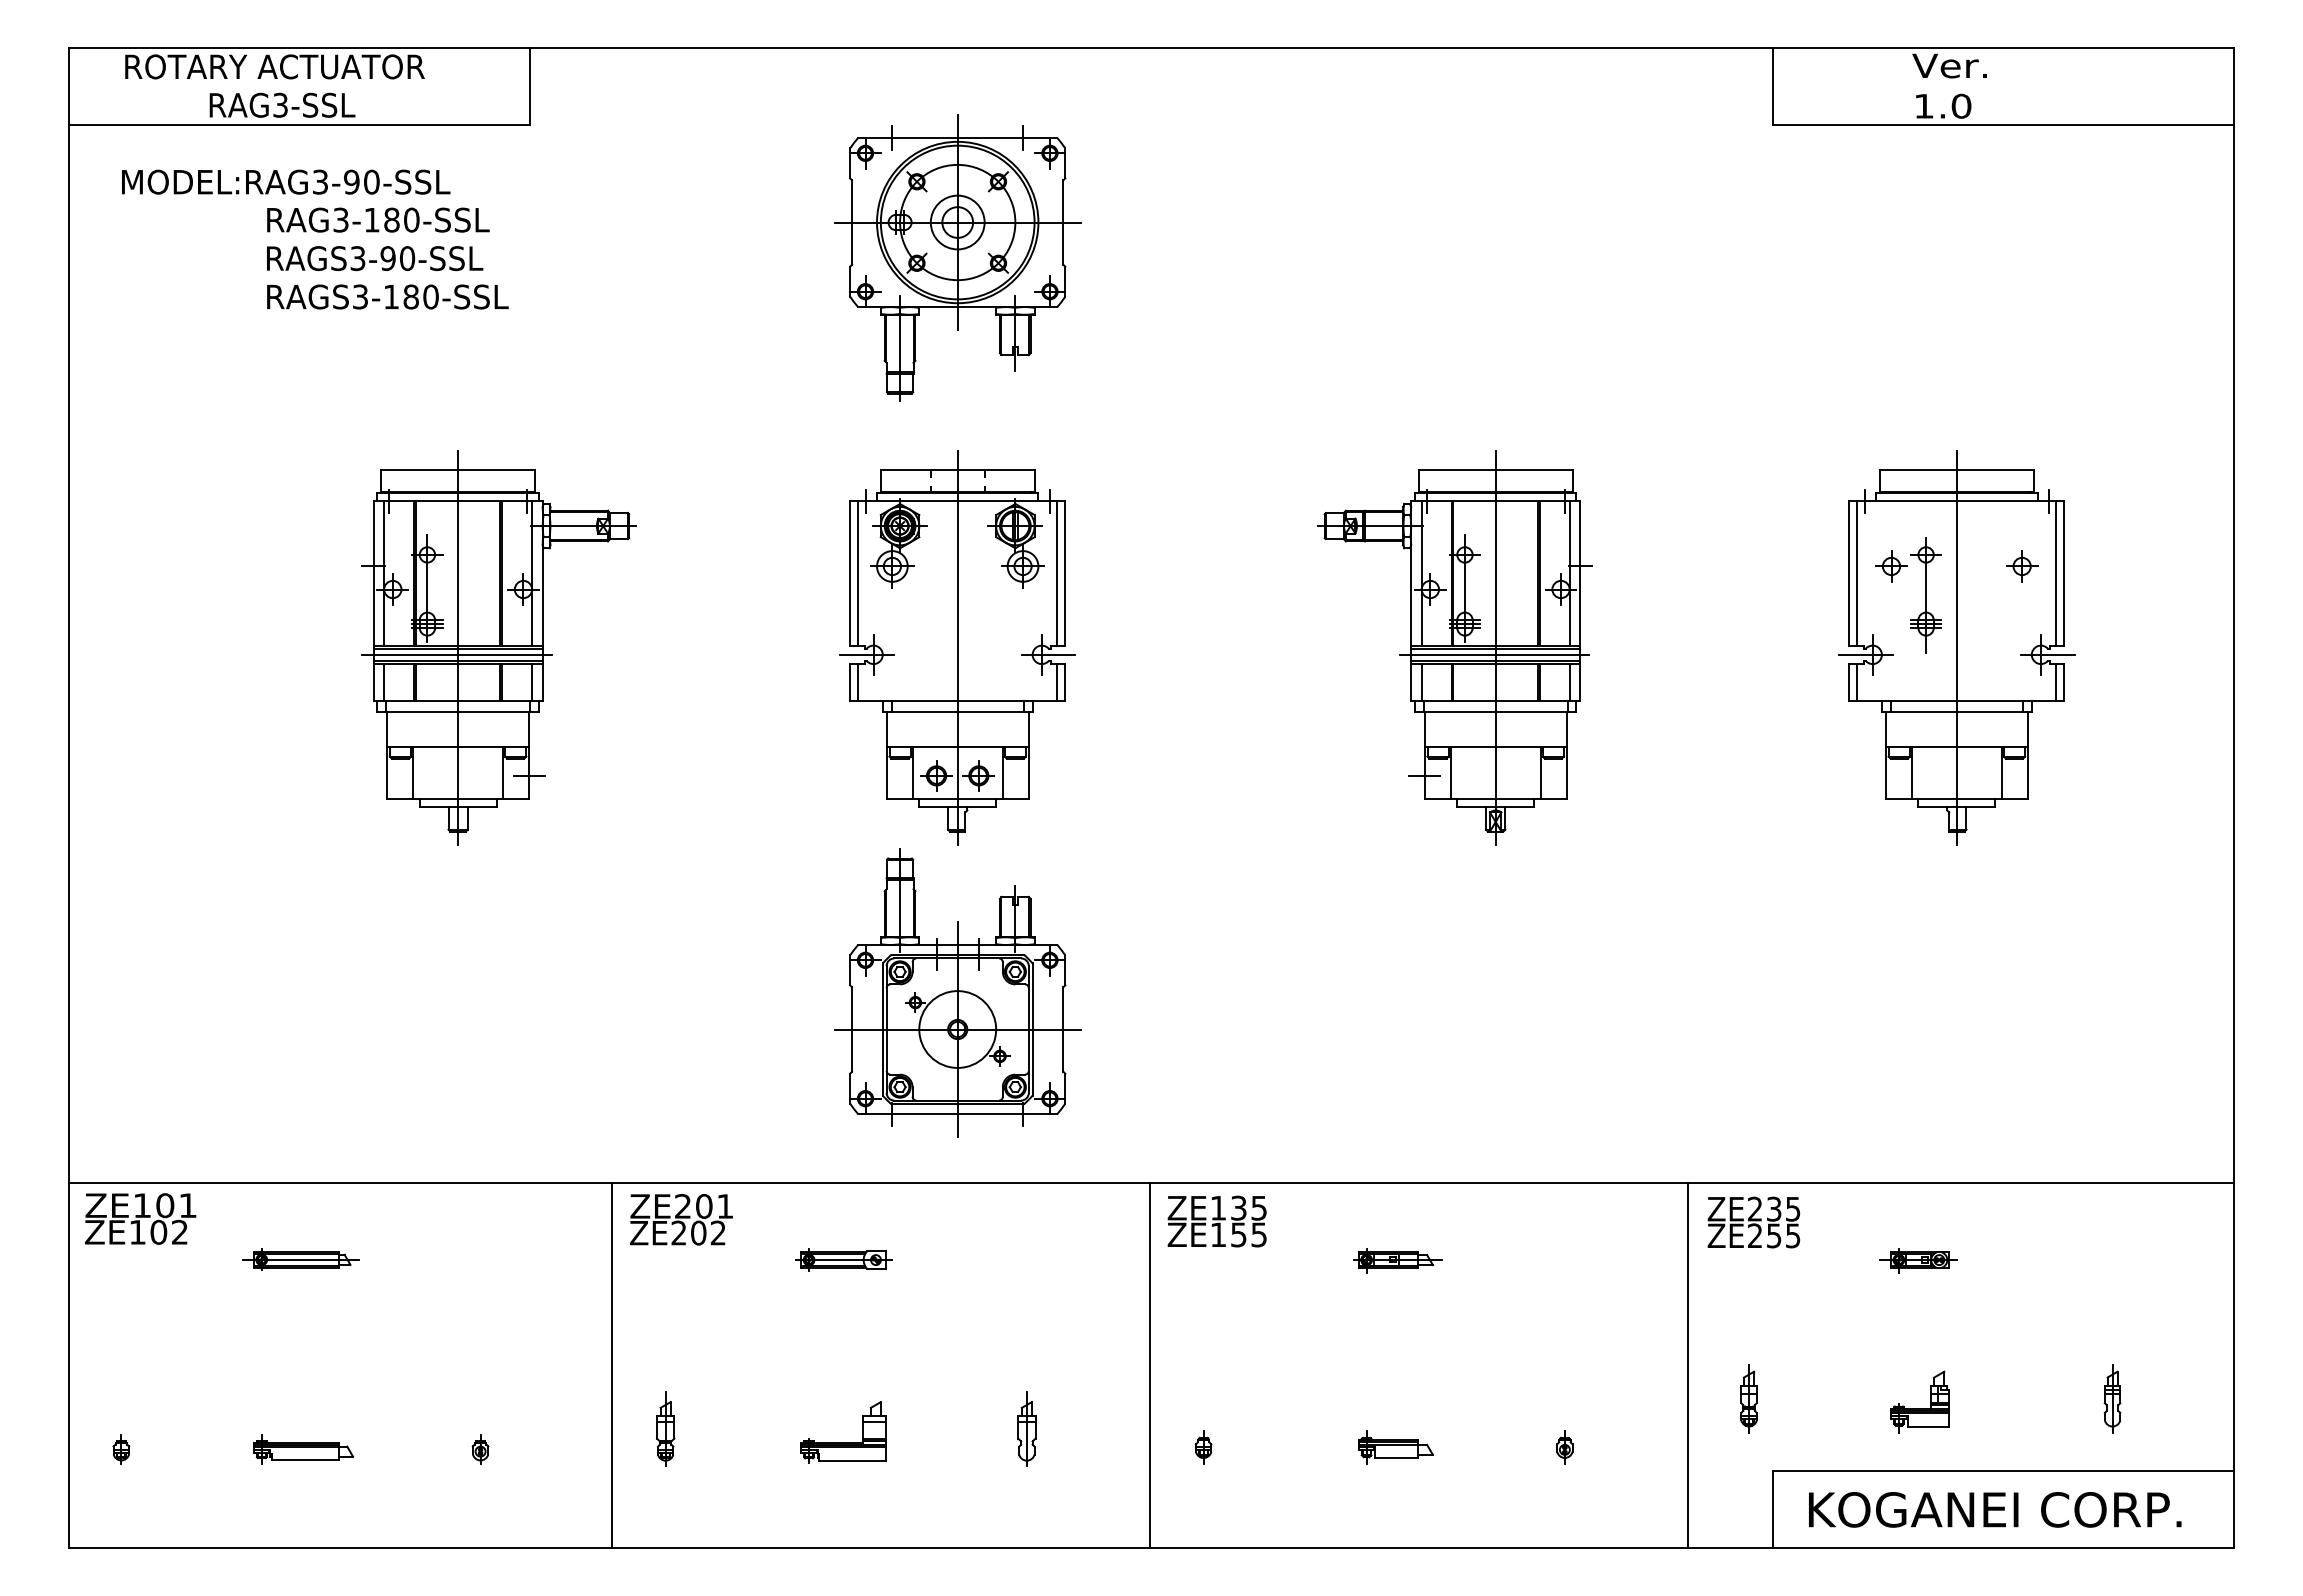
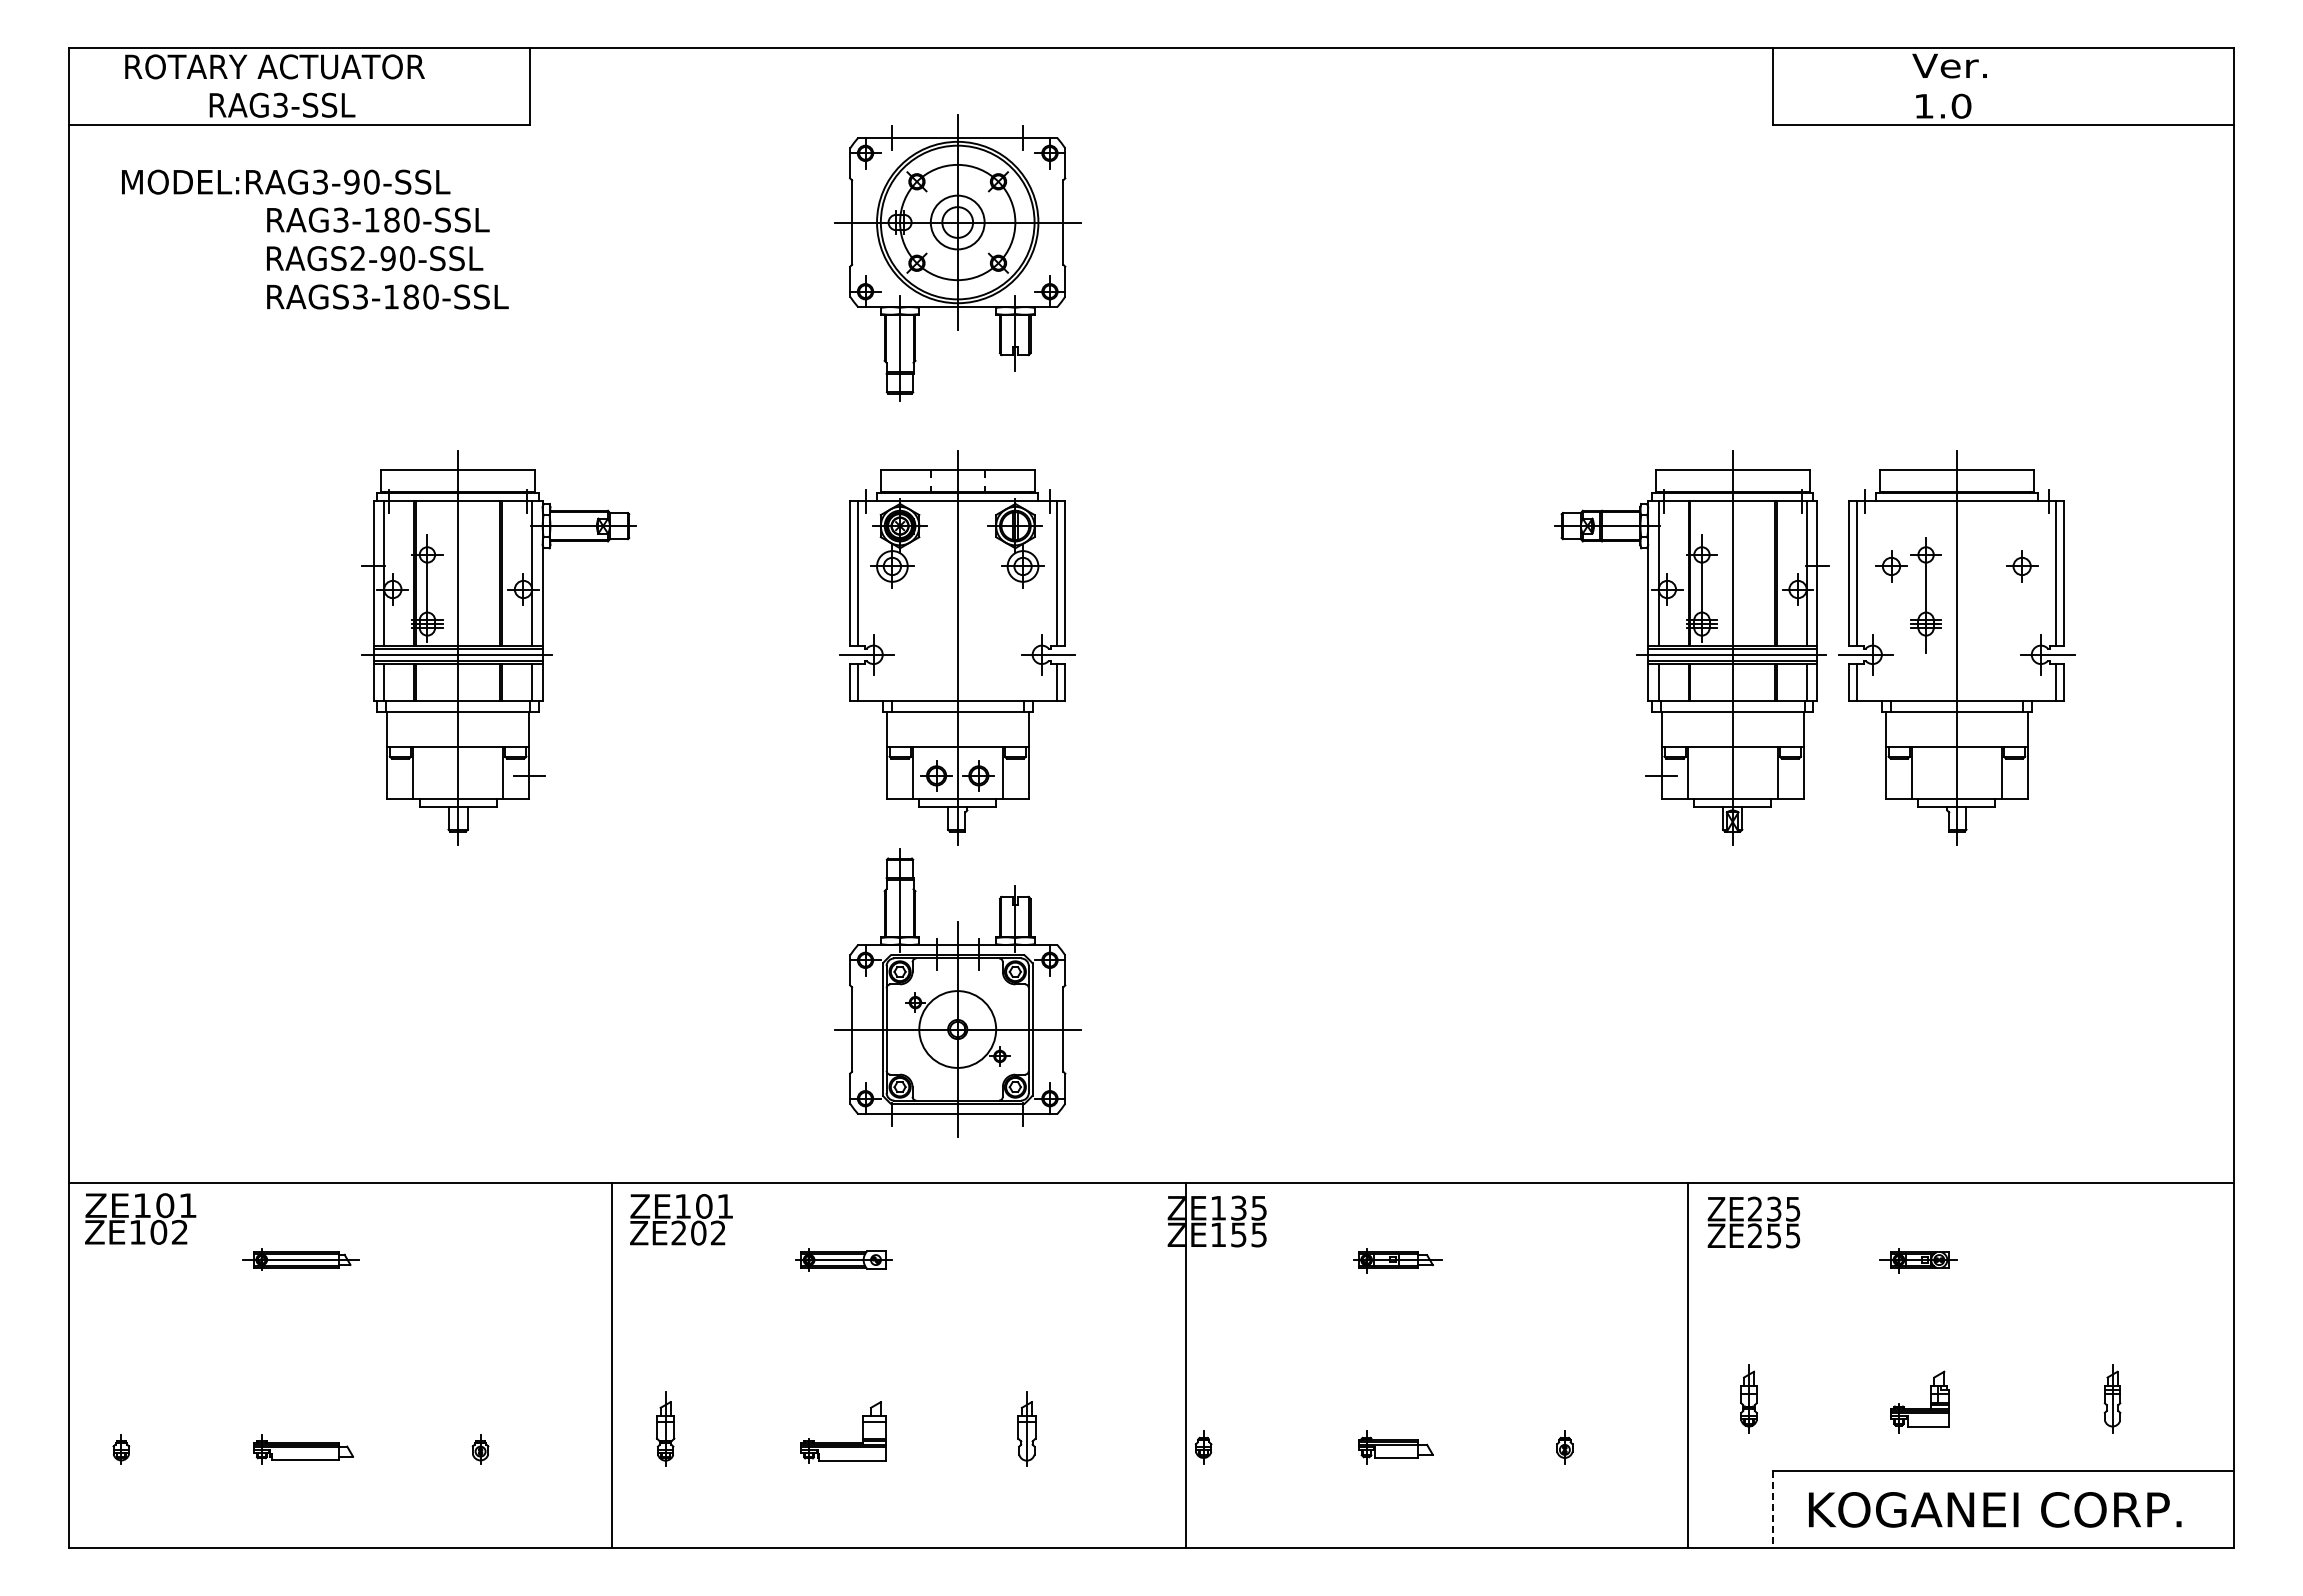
text at (357, 258): RAGS3-90-SSL -> RAGS2-90-SSL
part at (1454, 647) position: (1454, 647) -> (1691, 647)
text at (682, 1206): ZE201 -> ZE101
line at (1149, 1365) position: (1149, 1365) -> (1185, 1365)
line at (1772, 1510): solid -> dashed
